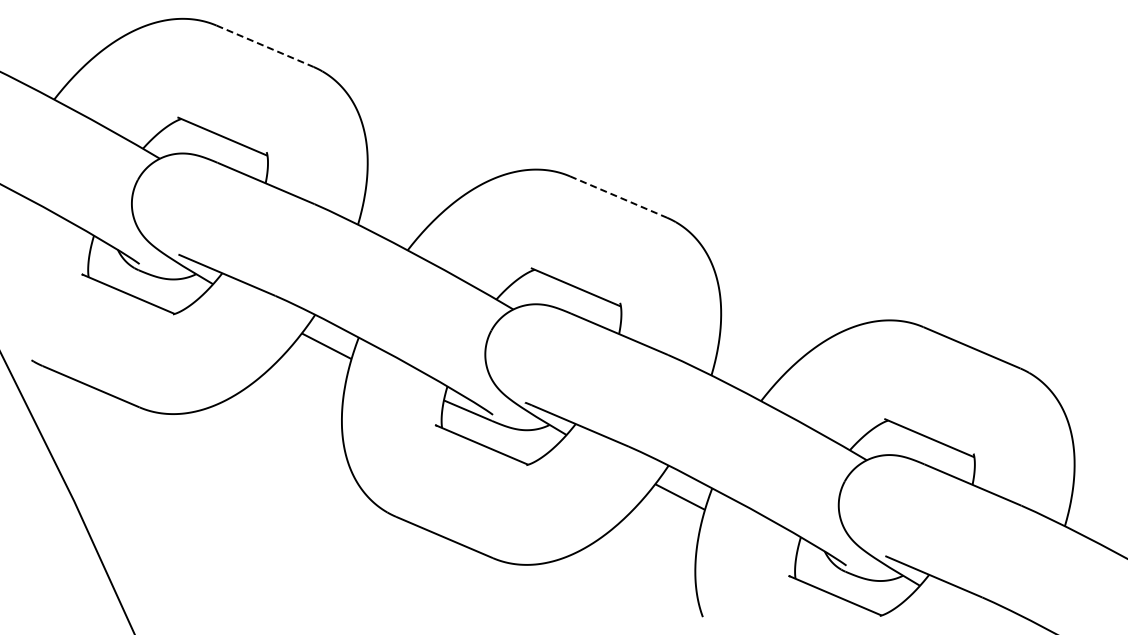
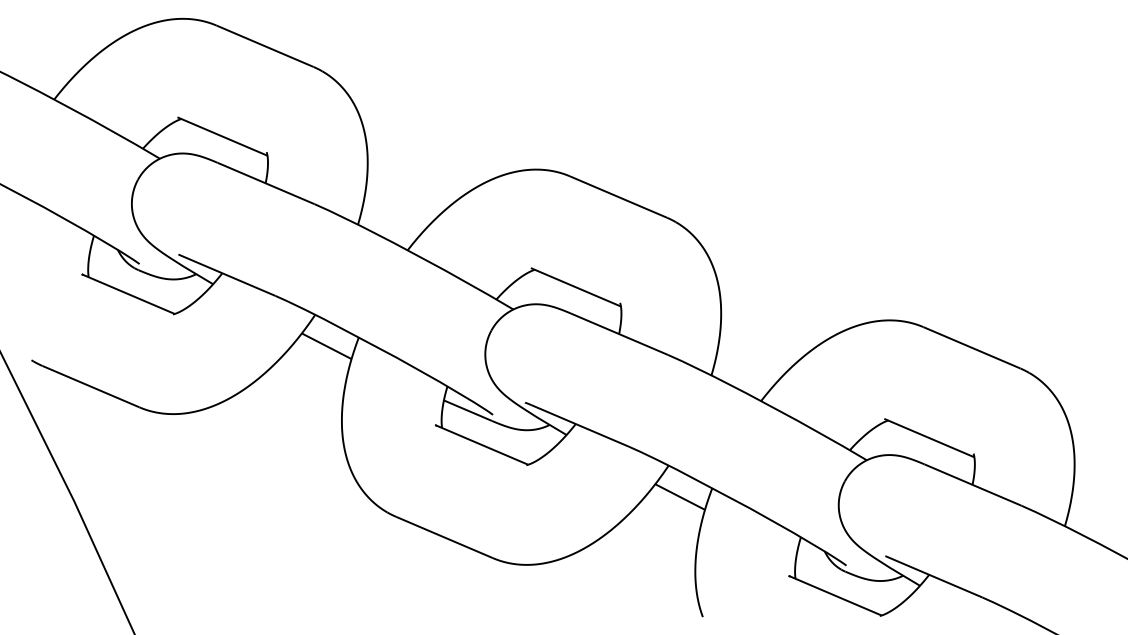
line at (265, 46): dashed -> solid
line at (618, 197): dashed -> solid
